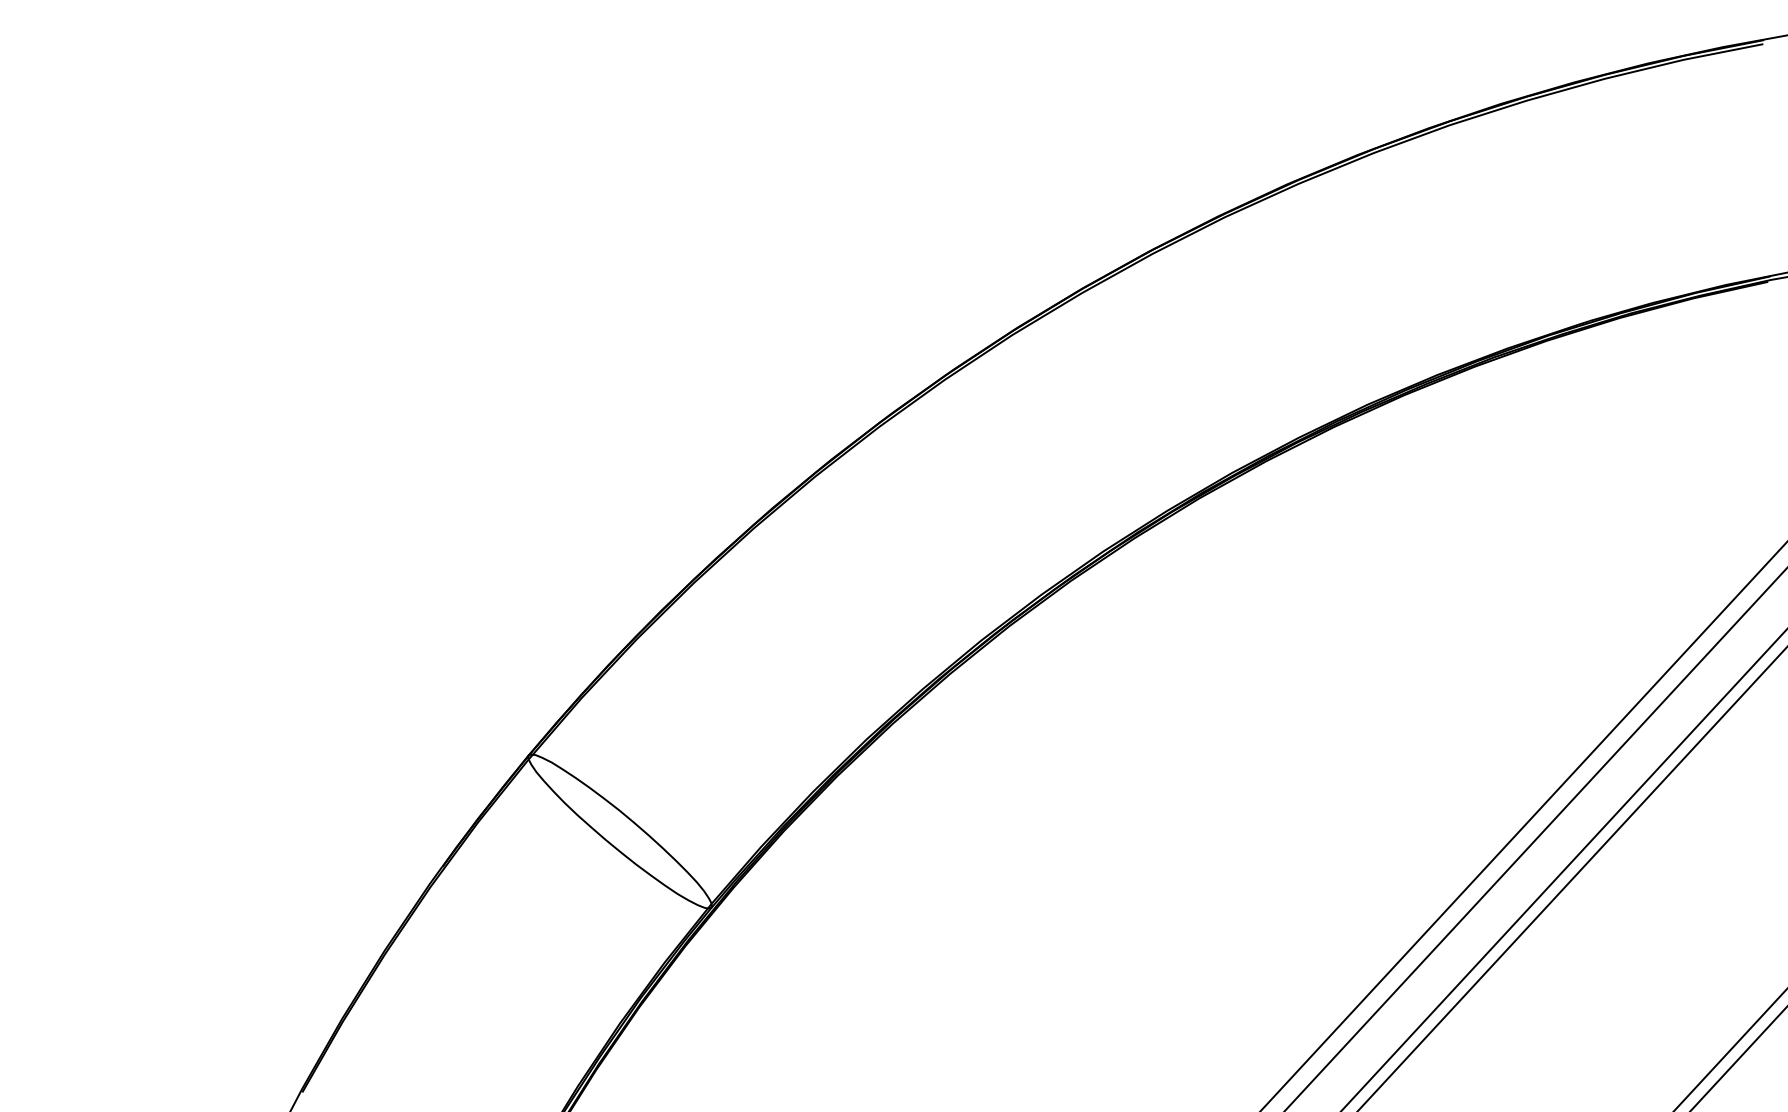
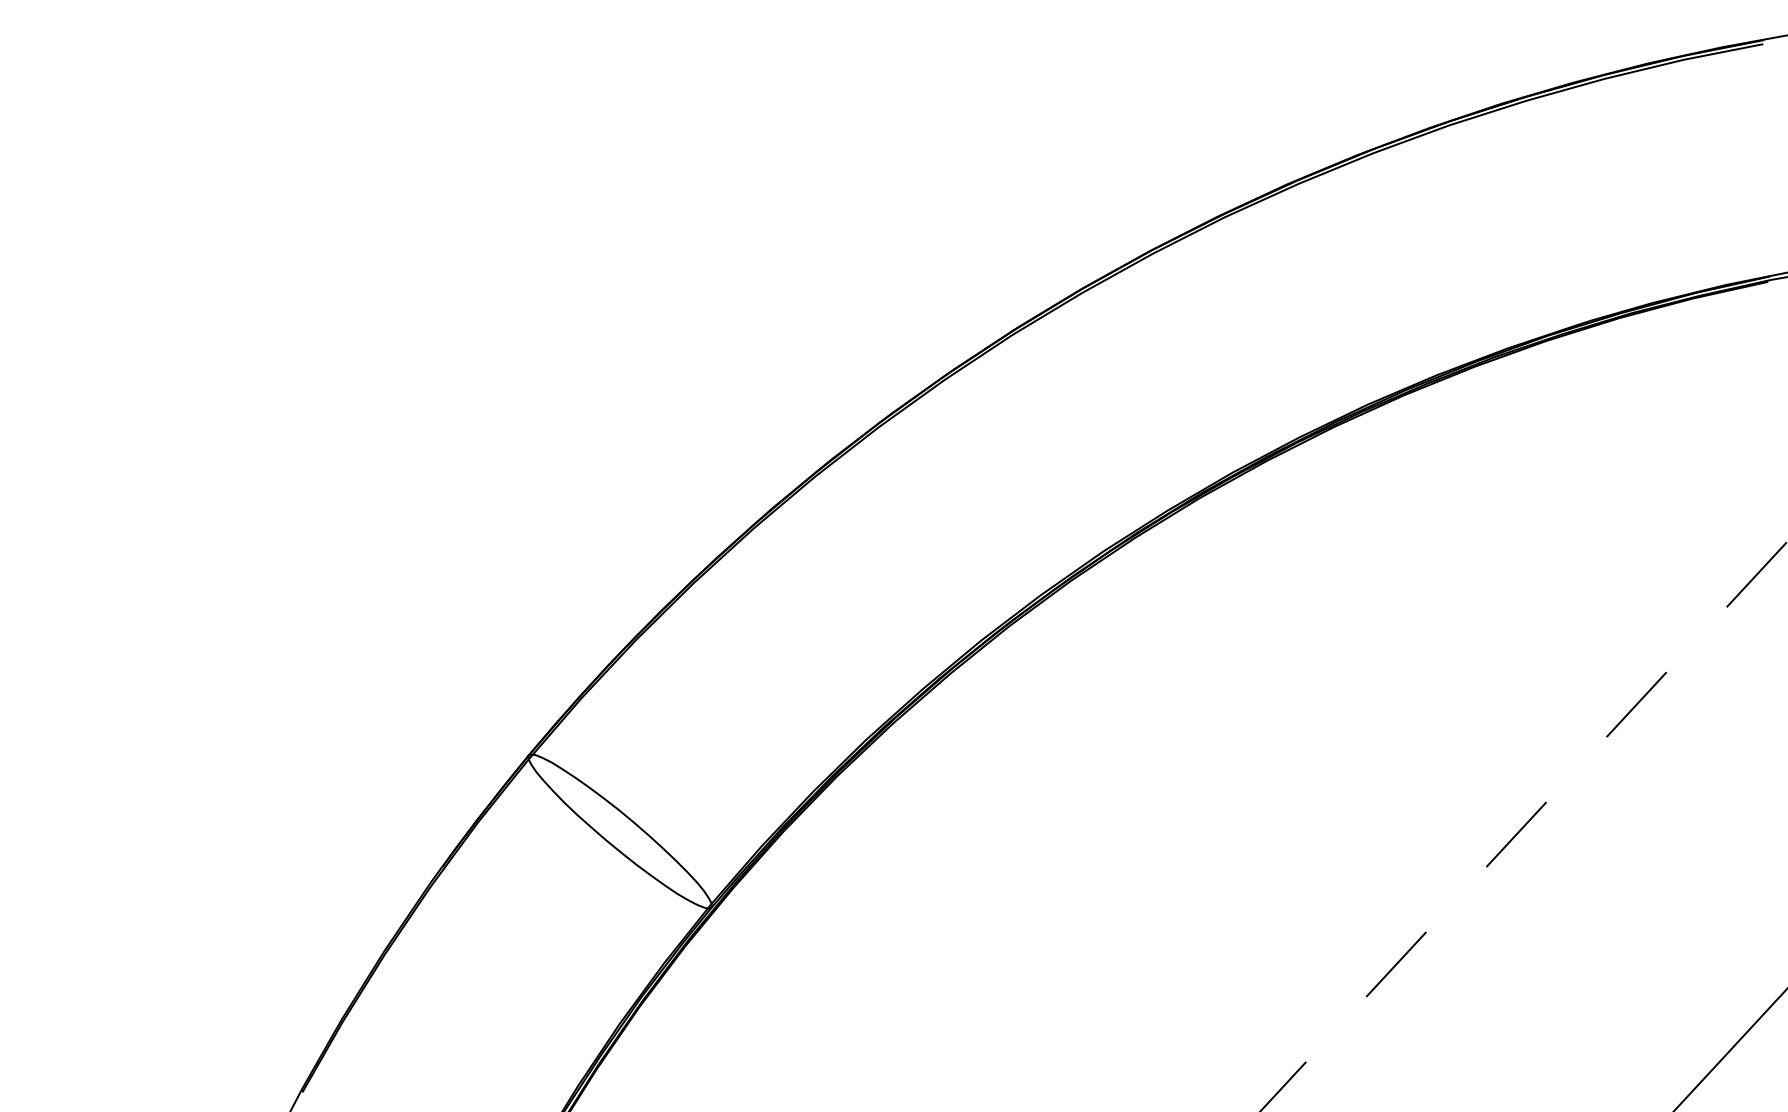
line at (1523, 826): solid -> dashed
line at (1535, 839): present -> none
line at (1563, 870): present -> none
line at (1571, 878): present -> none
line at (1738, 1058): present -> none
